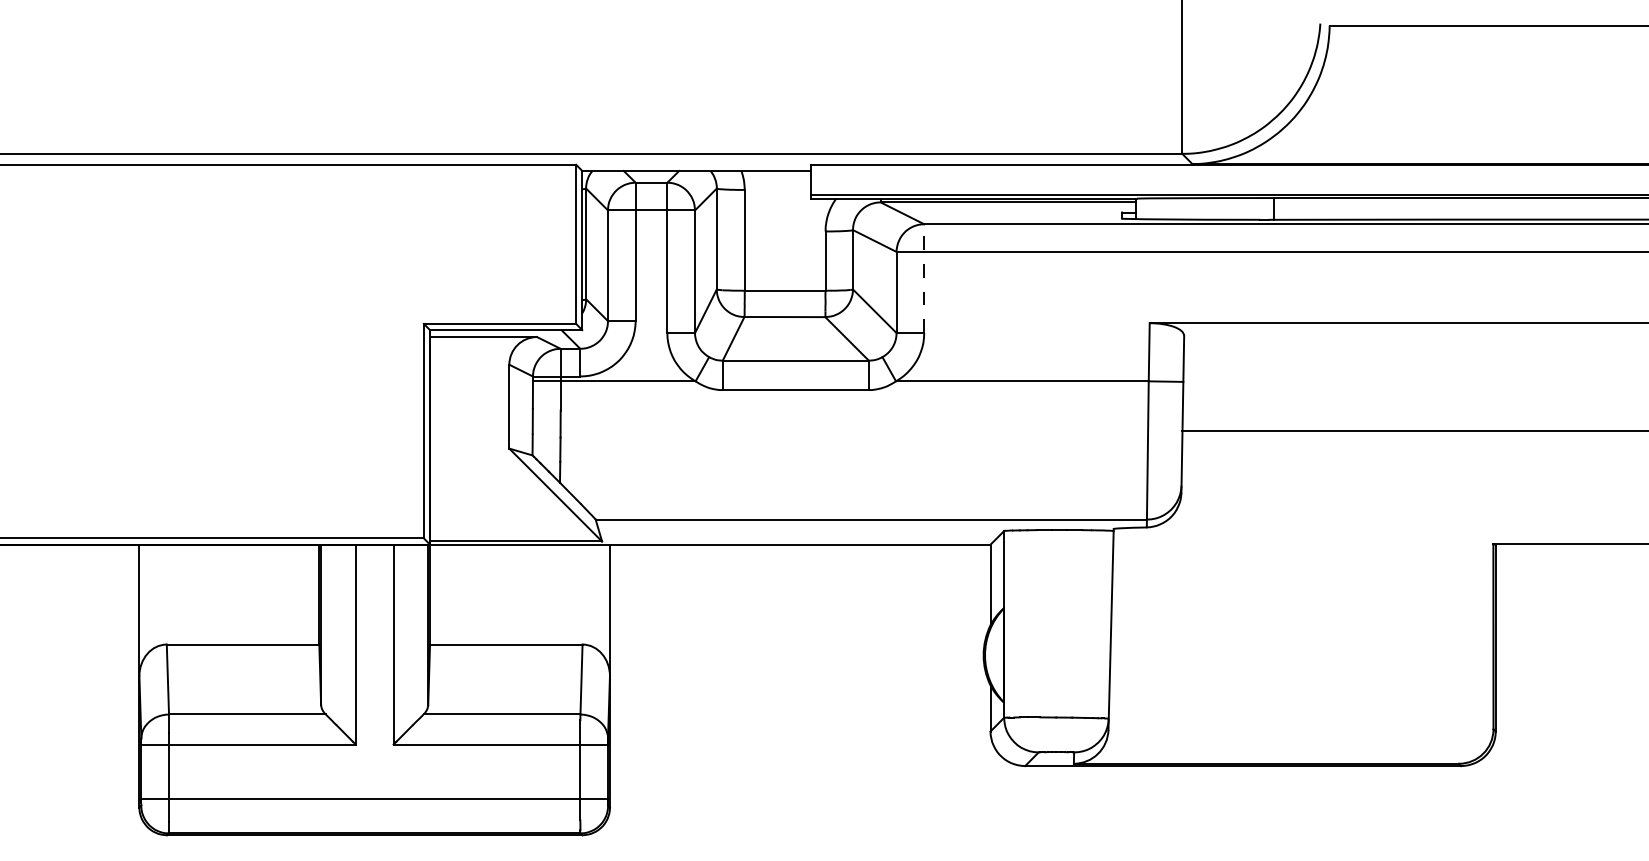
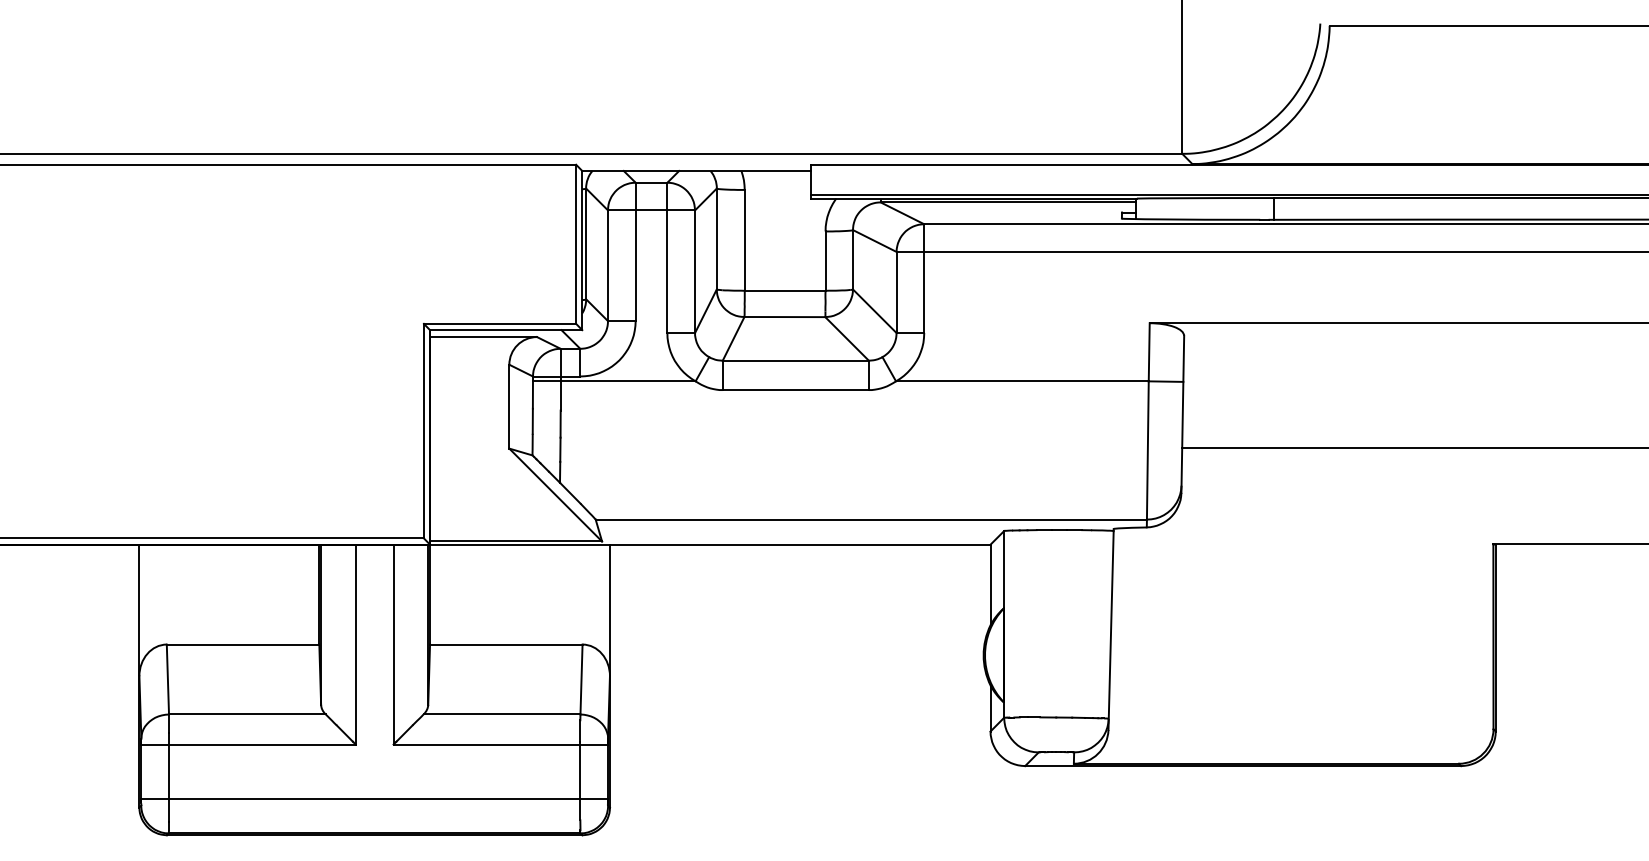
line at (924, 278): dashed -> solid
line at (1413, 430) position: (1413, 430) -> (1413, 447)
